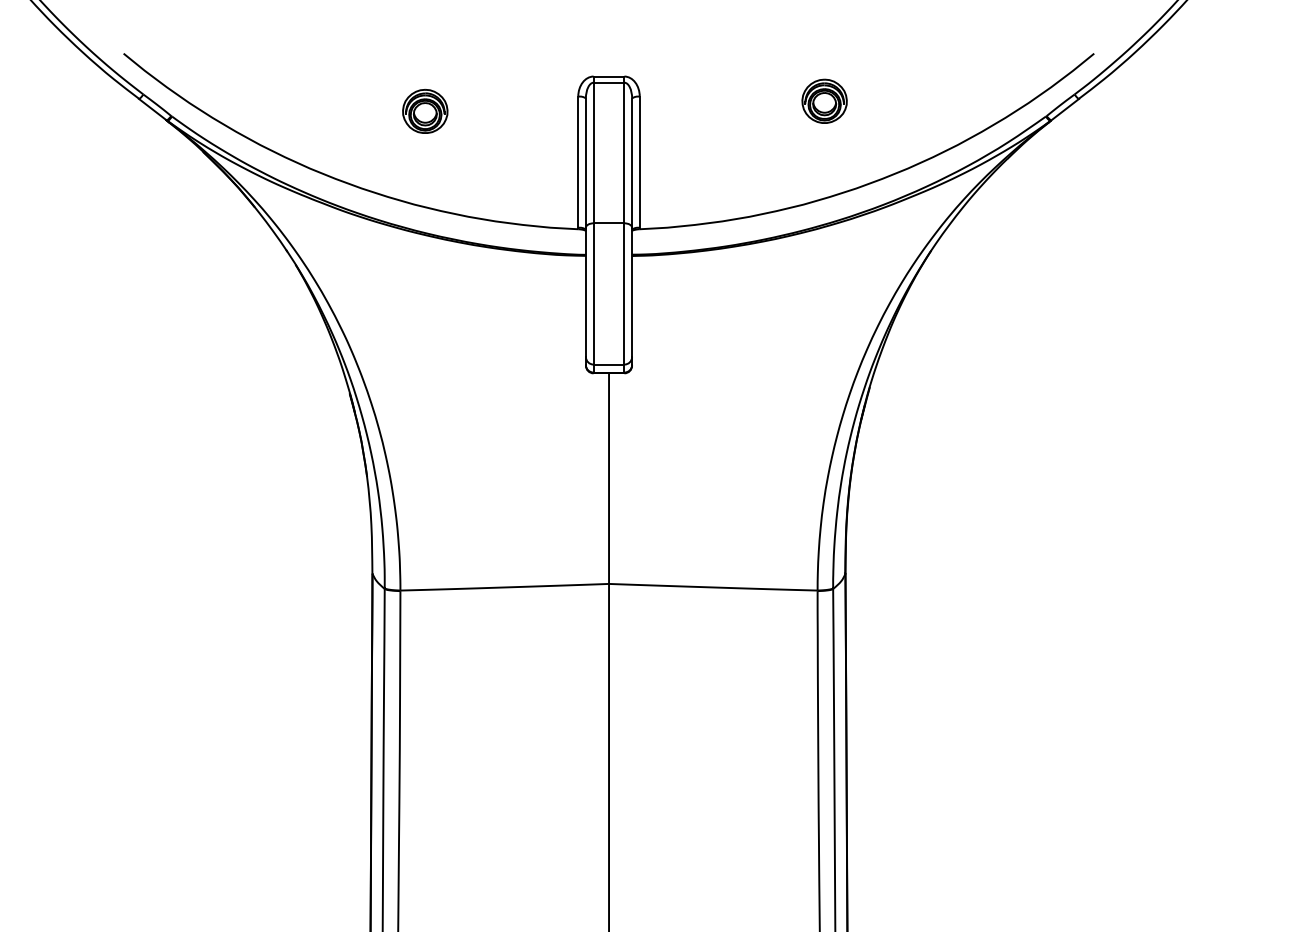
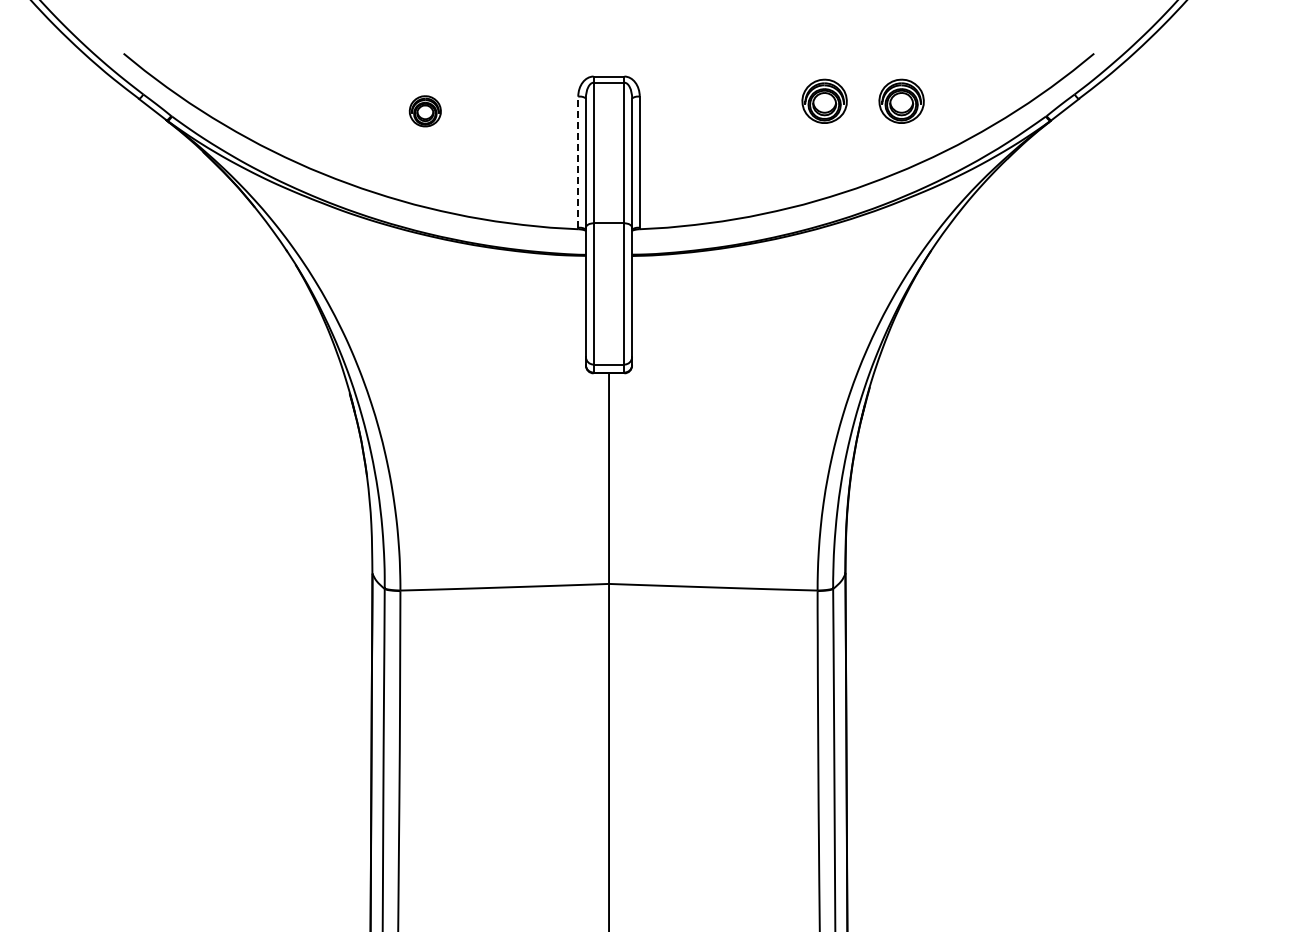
part at (901, 100): none -> present
part at (425, 110) size: 47x46 px -> 34x33 px
line at (578, 162): solid -> dashed
